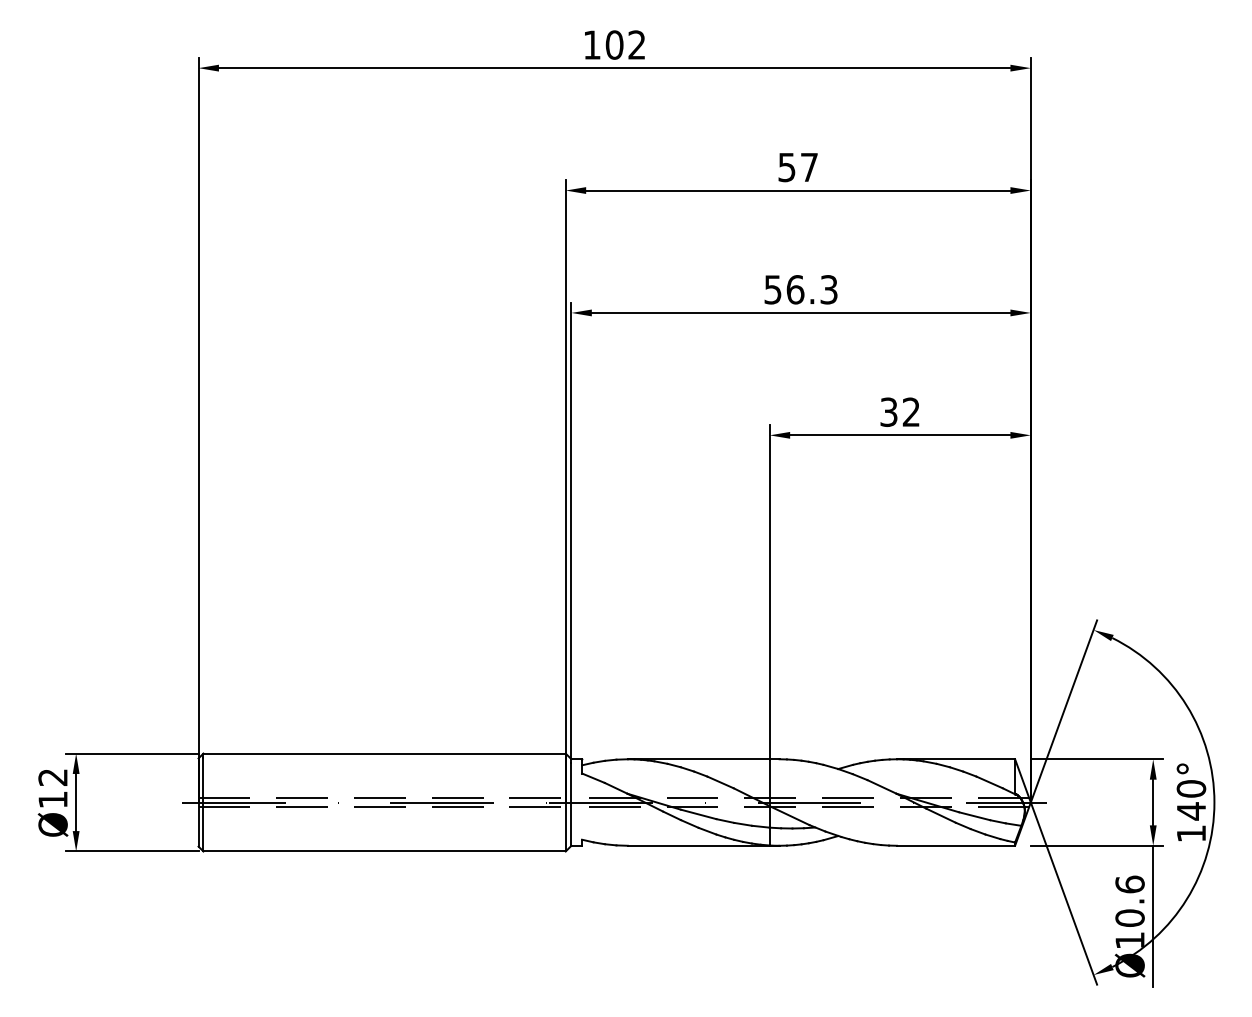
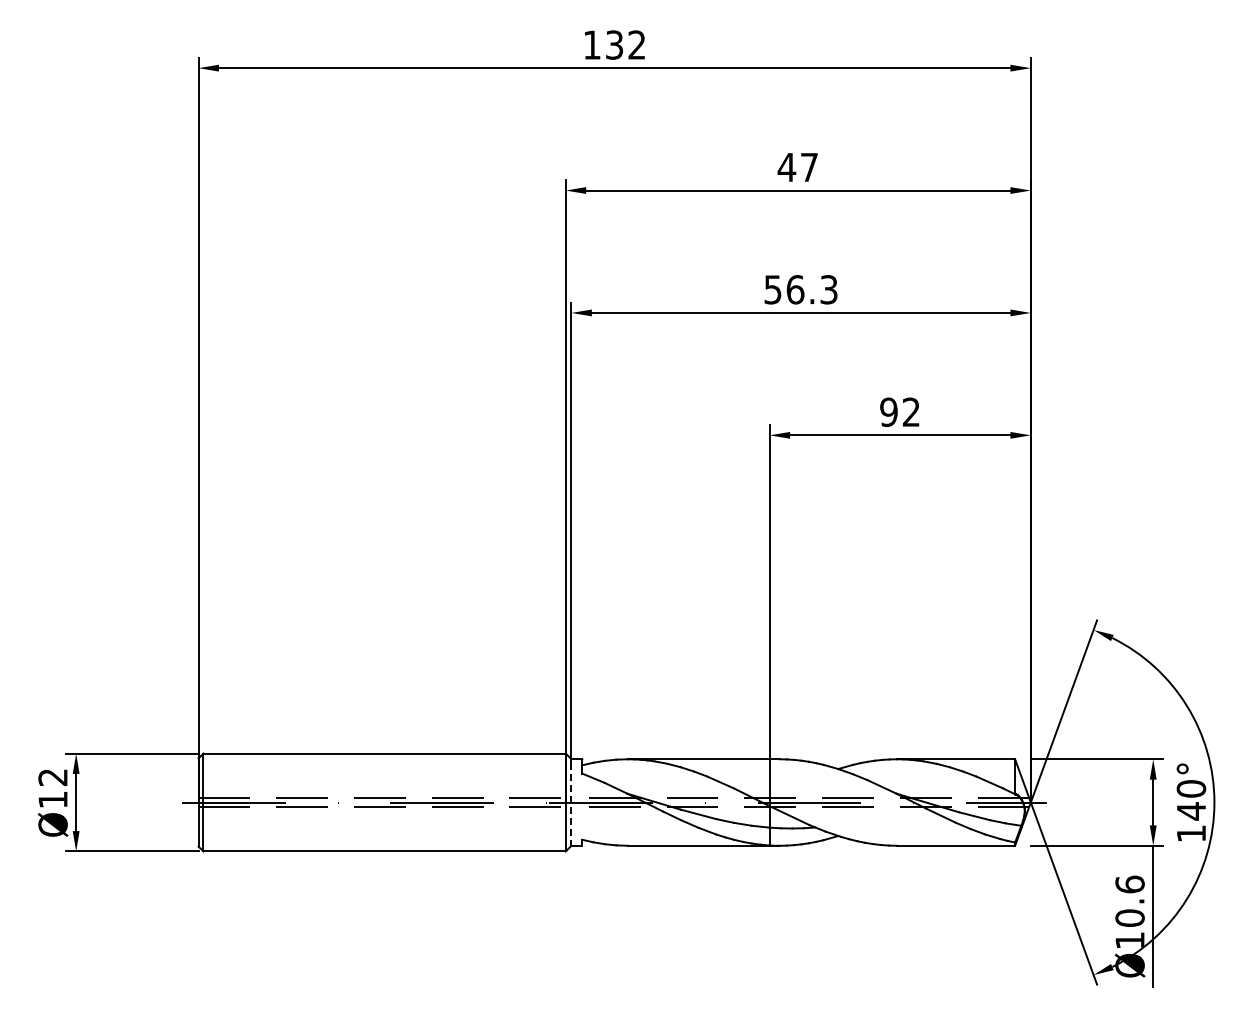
text at (614, 44): 102 -> 132
text at (786, 167): 57 -> 47
text at (888, 411): 32 -> 92
line at (571, 804): solid -> dashed
